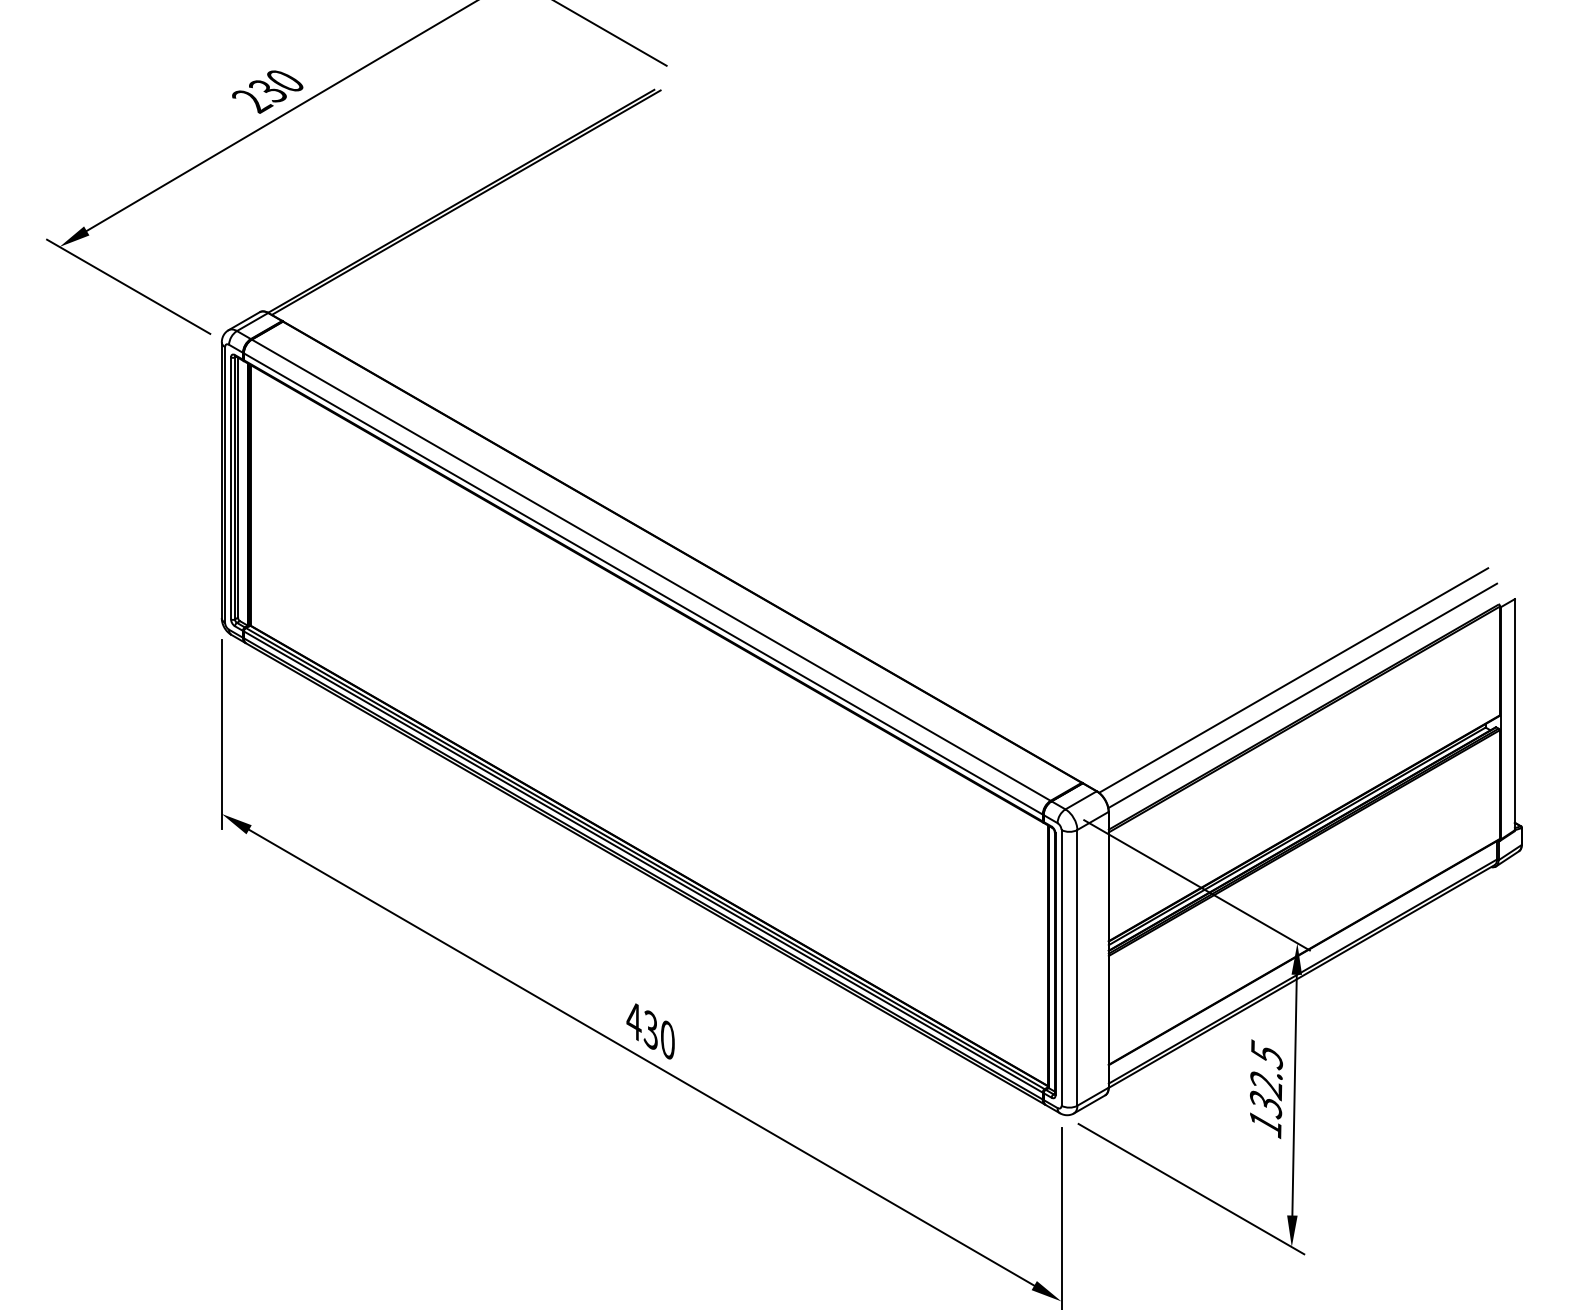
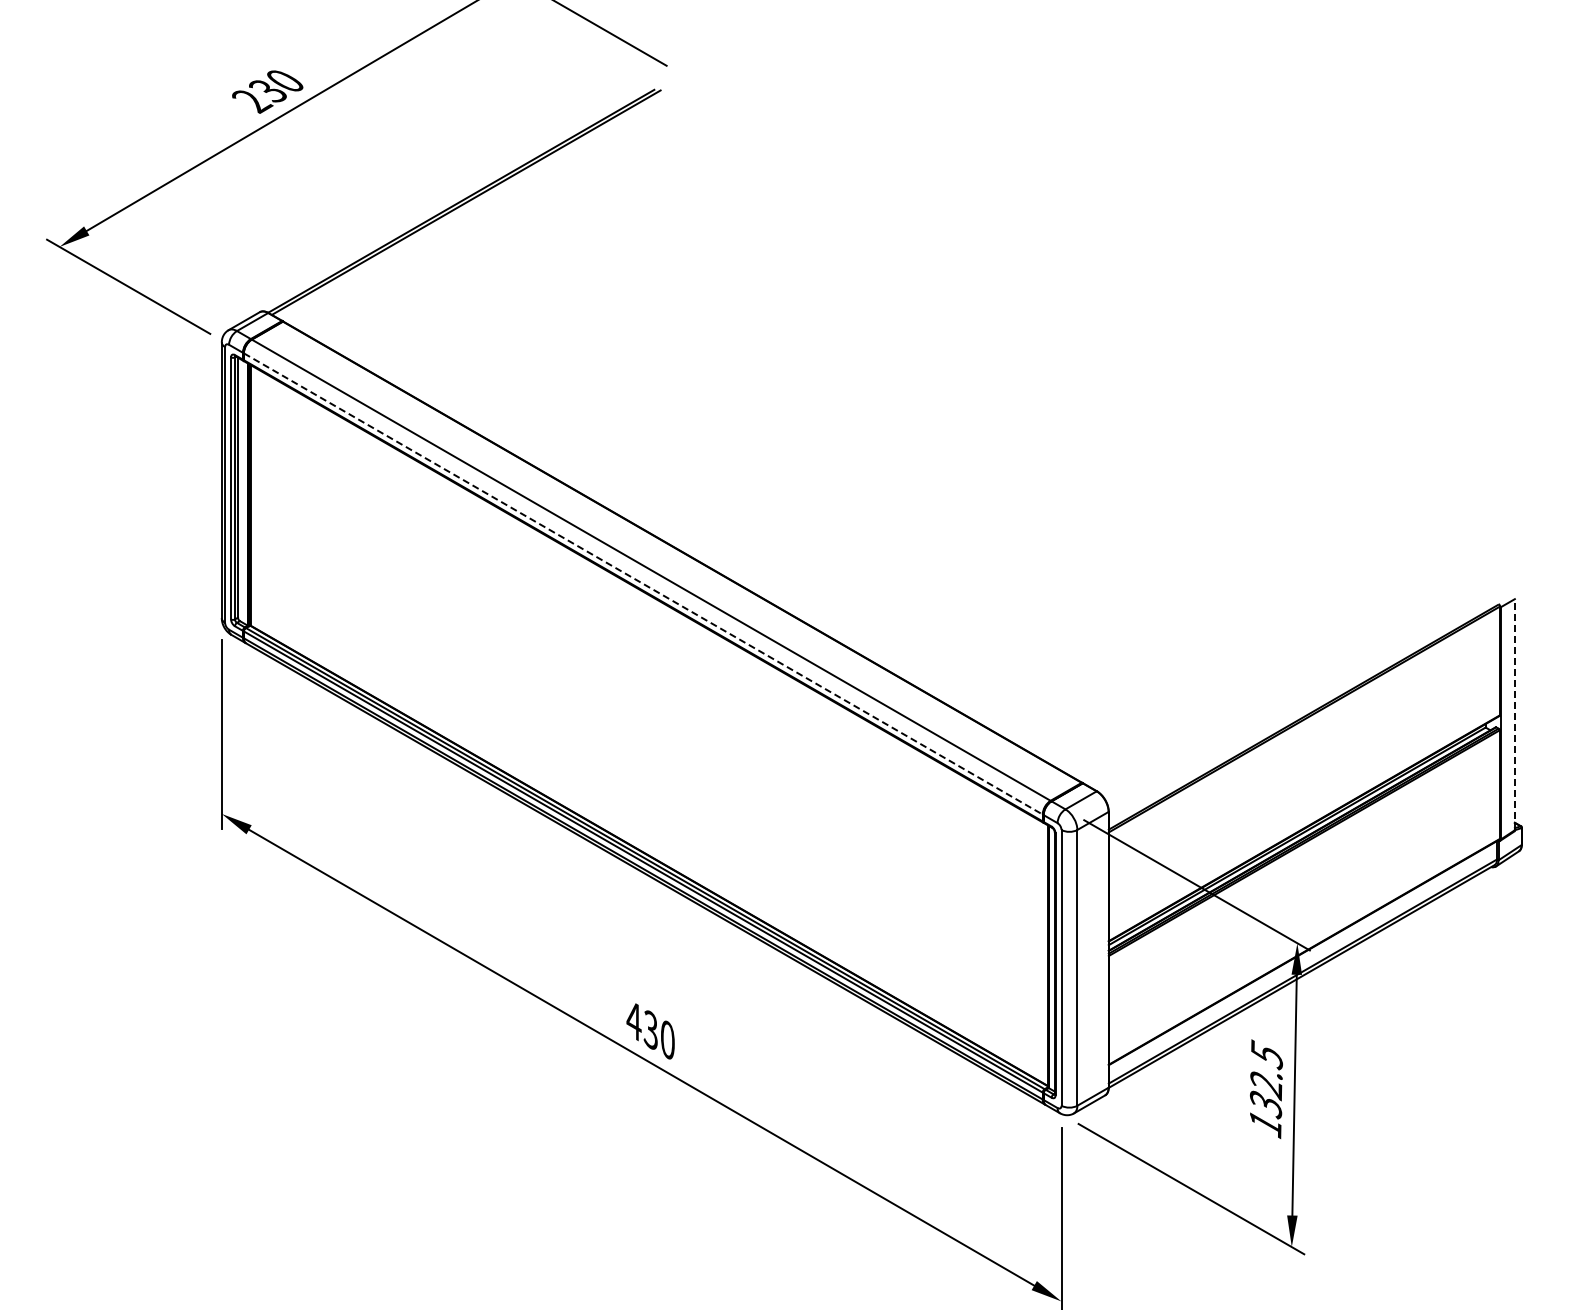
line at (643, 584): solid -> dashed
line at (1293, 680): present -> none
line at (1302, 695): present -> none
line at (1514, 714): solid -> dashed
